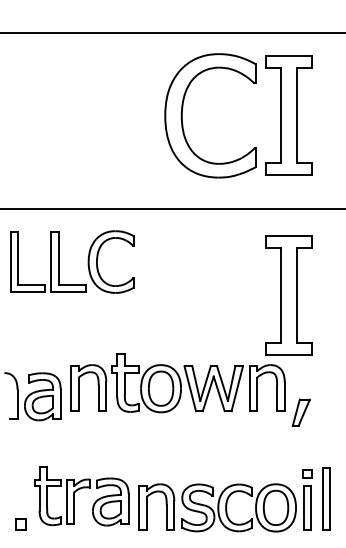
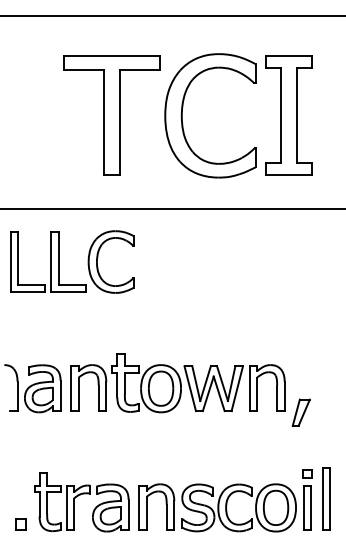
line at (172, 33) position: (172, 33) -> (172, 16)
part at (111, 115): none -> present
part at (288, 295): present -> none
part at (32, 396) position: (32, 396) -> (32, 388)
part at (77, 491) position: (77, 491) -> (77, 497)
